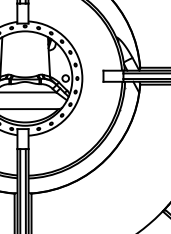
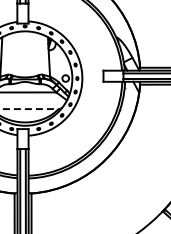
line at (29, 109): solid -> dashed
